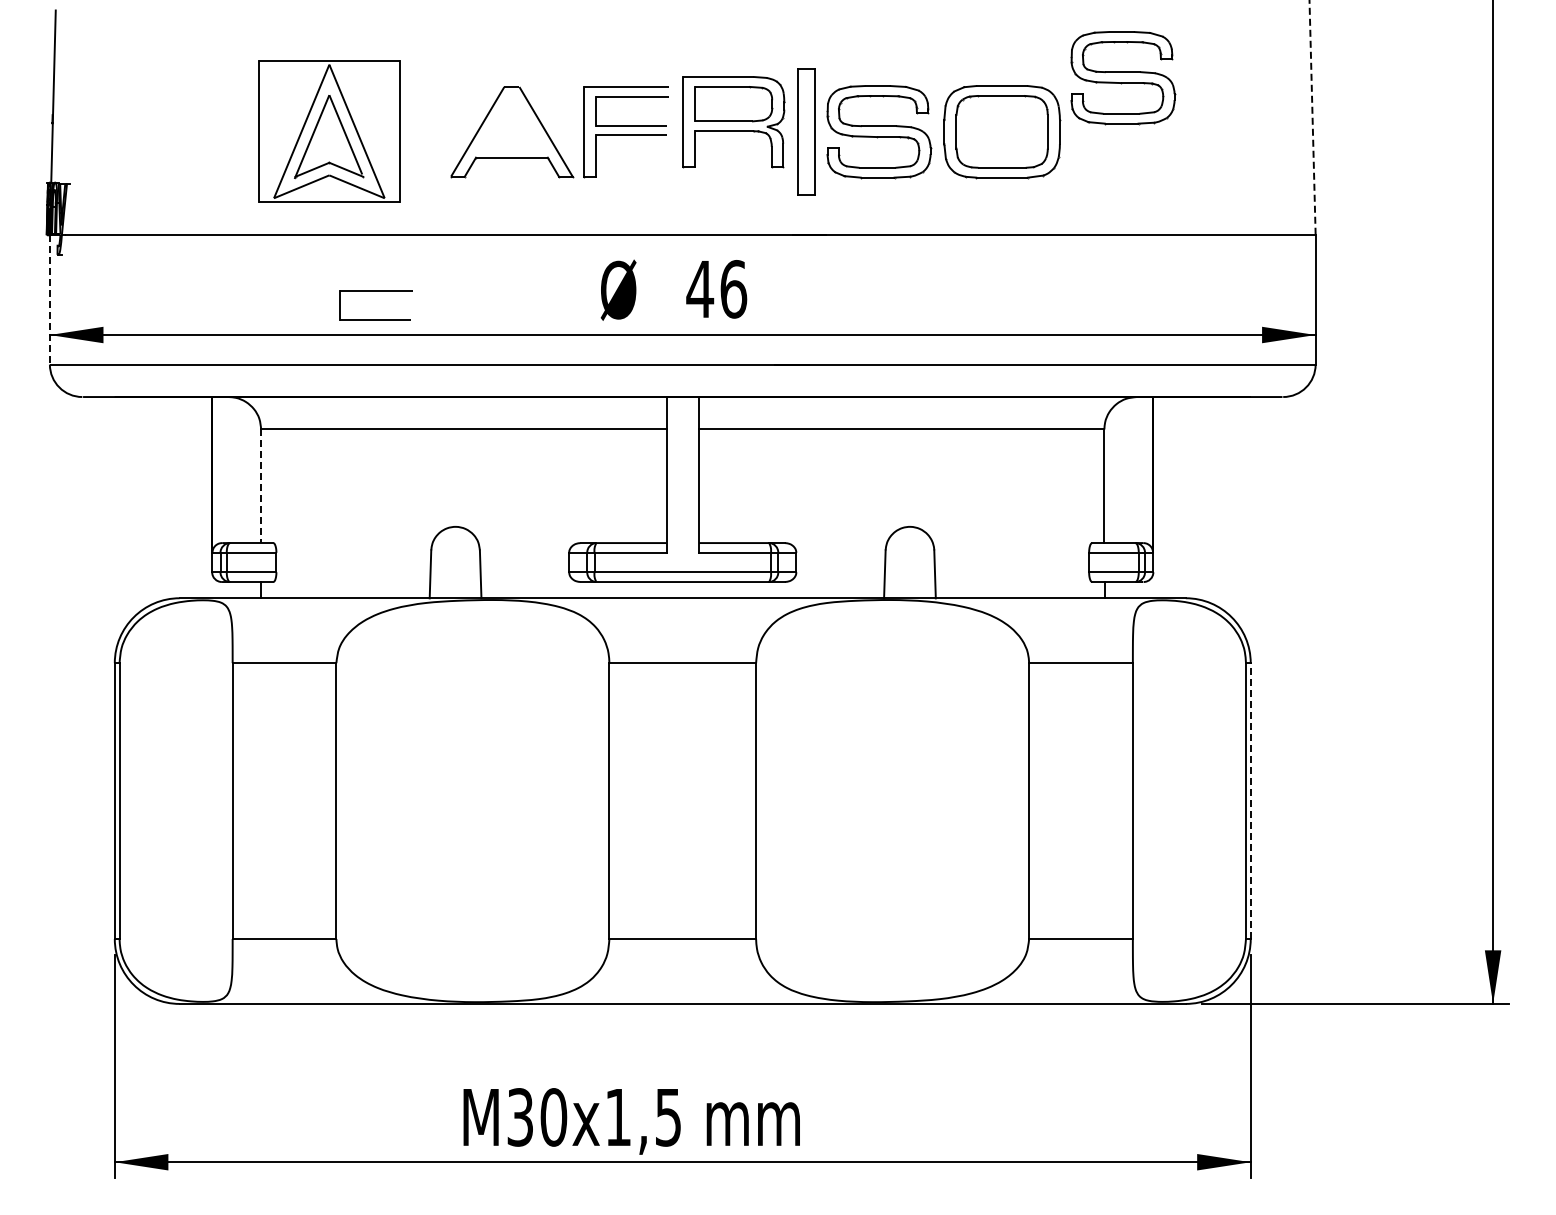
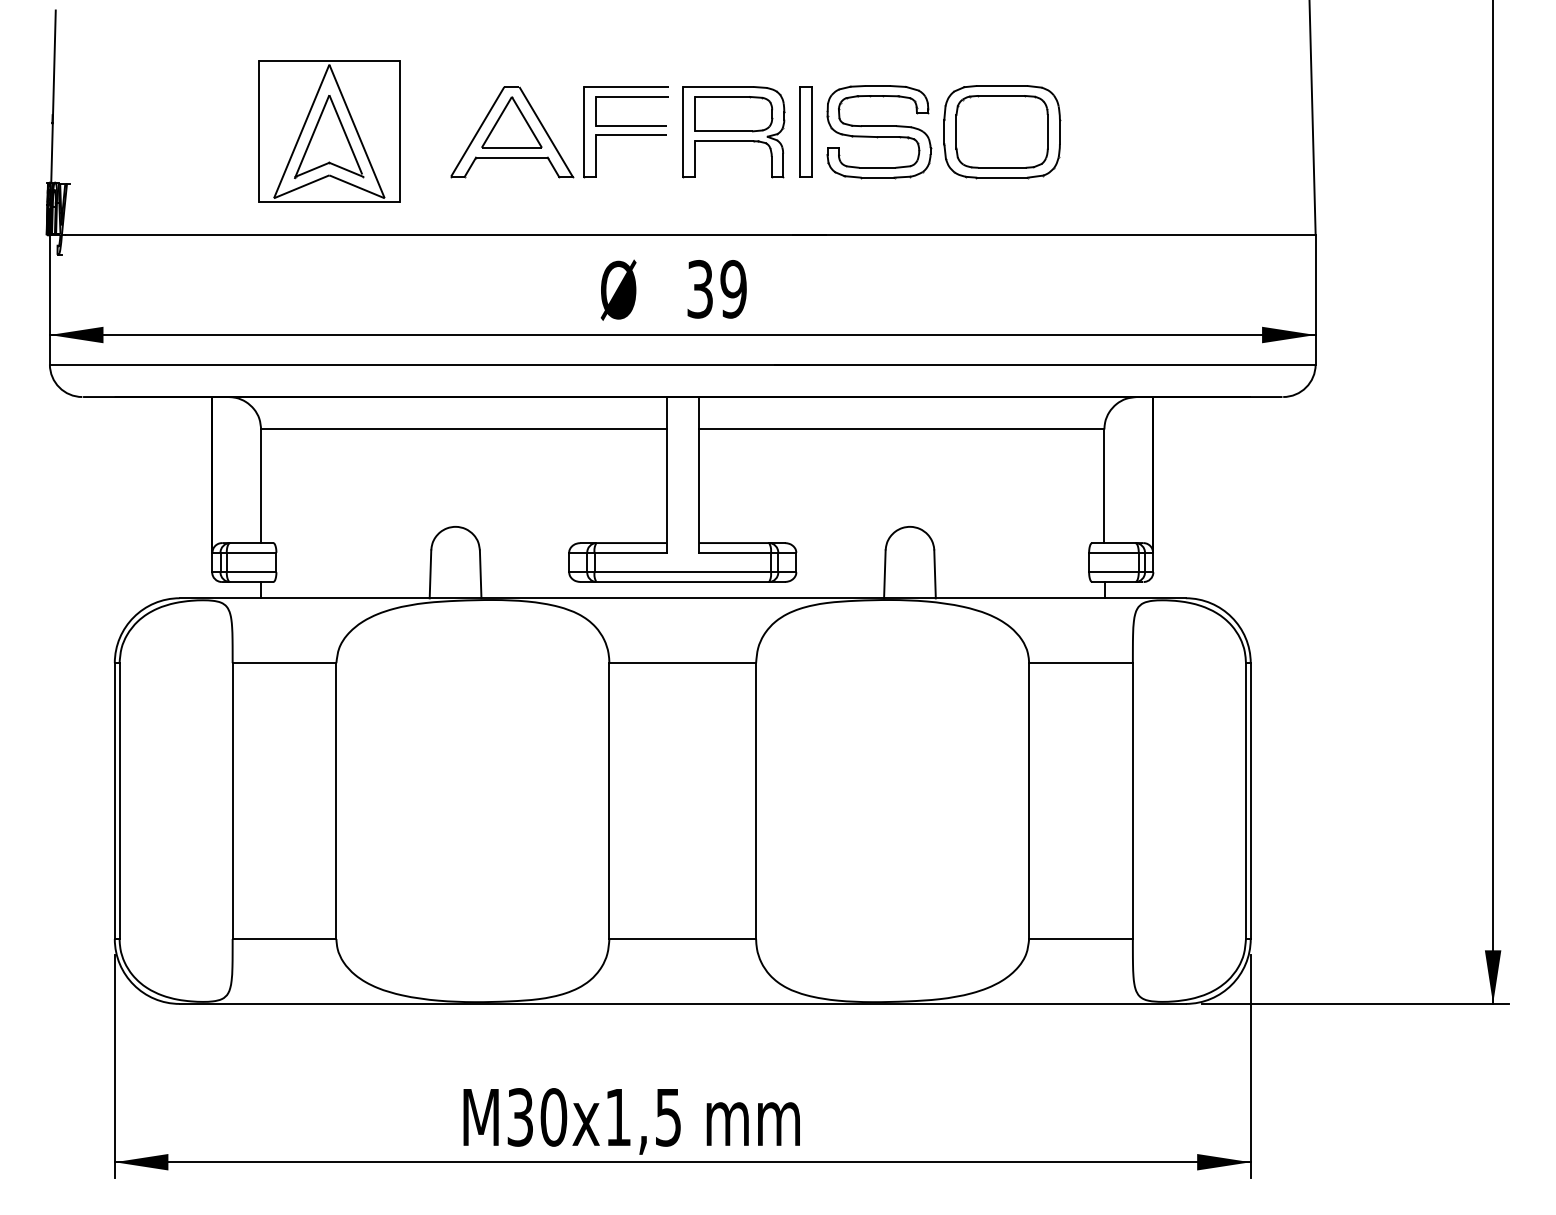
part at (1123, 78): present -> none
line at (1312, 116): dashed -> solid
part at (511, 122): none -> present
part at (733, 122) position: (733, 122) -> (733, 132)
part at (806, 131) size: 19x128 px -> 14x92 px
text at (716, 289): 46 -> 39
part at (375, 291): present -> none
line at (49, 299): dashed -> solid
line at (261, 486): dashed -> solid
line at (1250, 801): dashed -> solid
